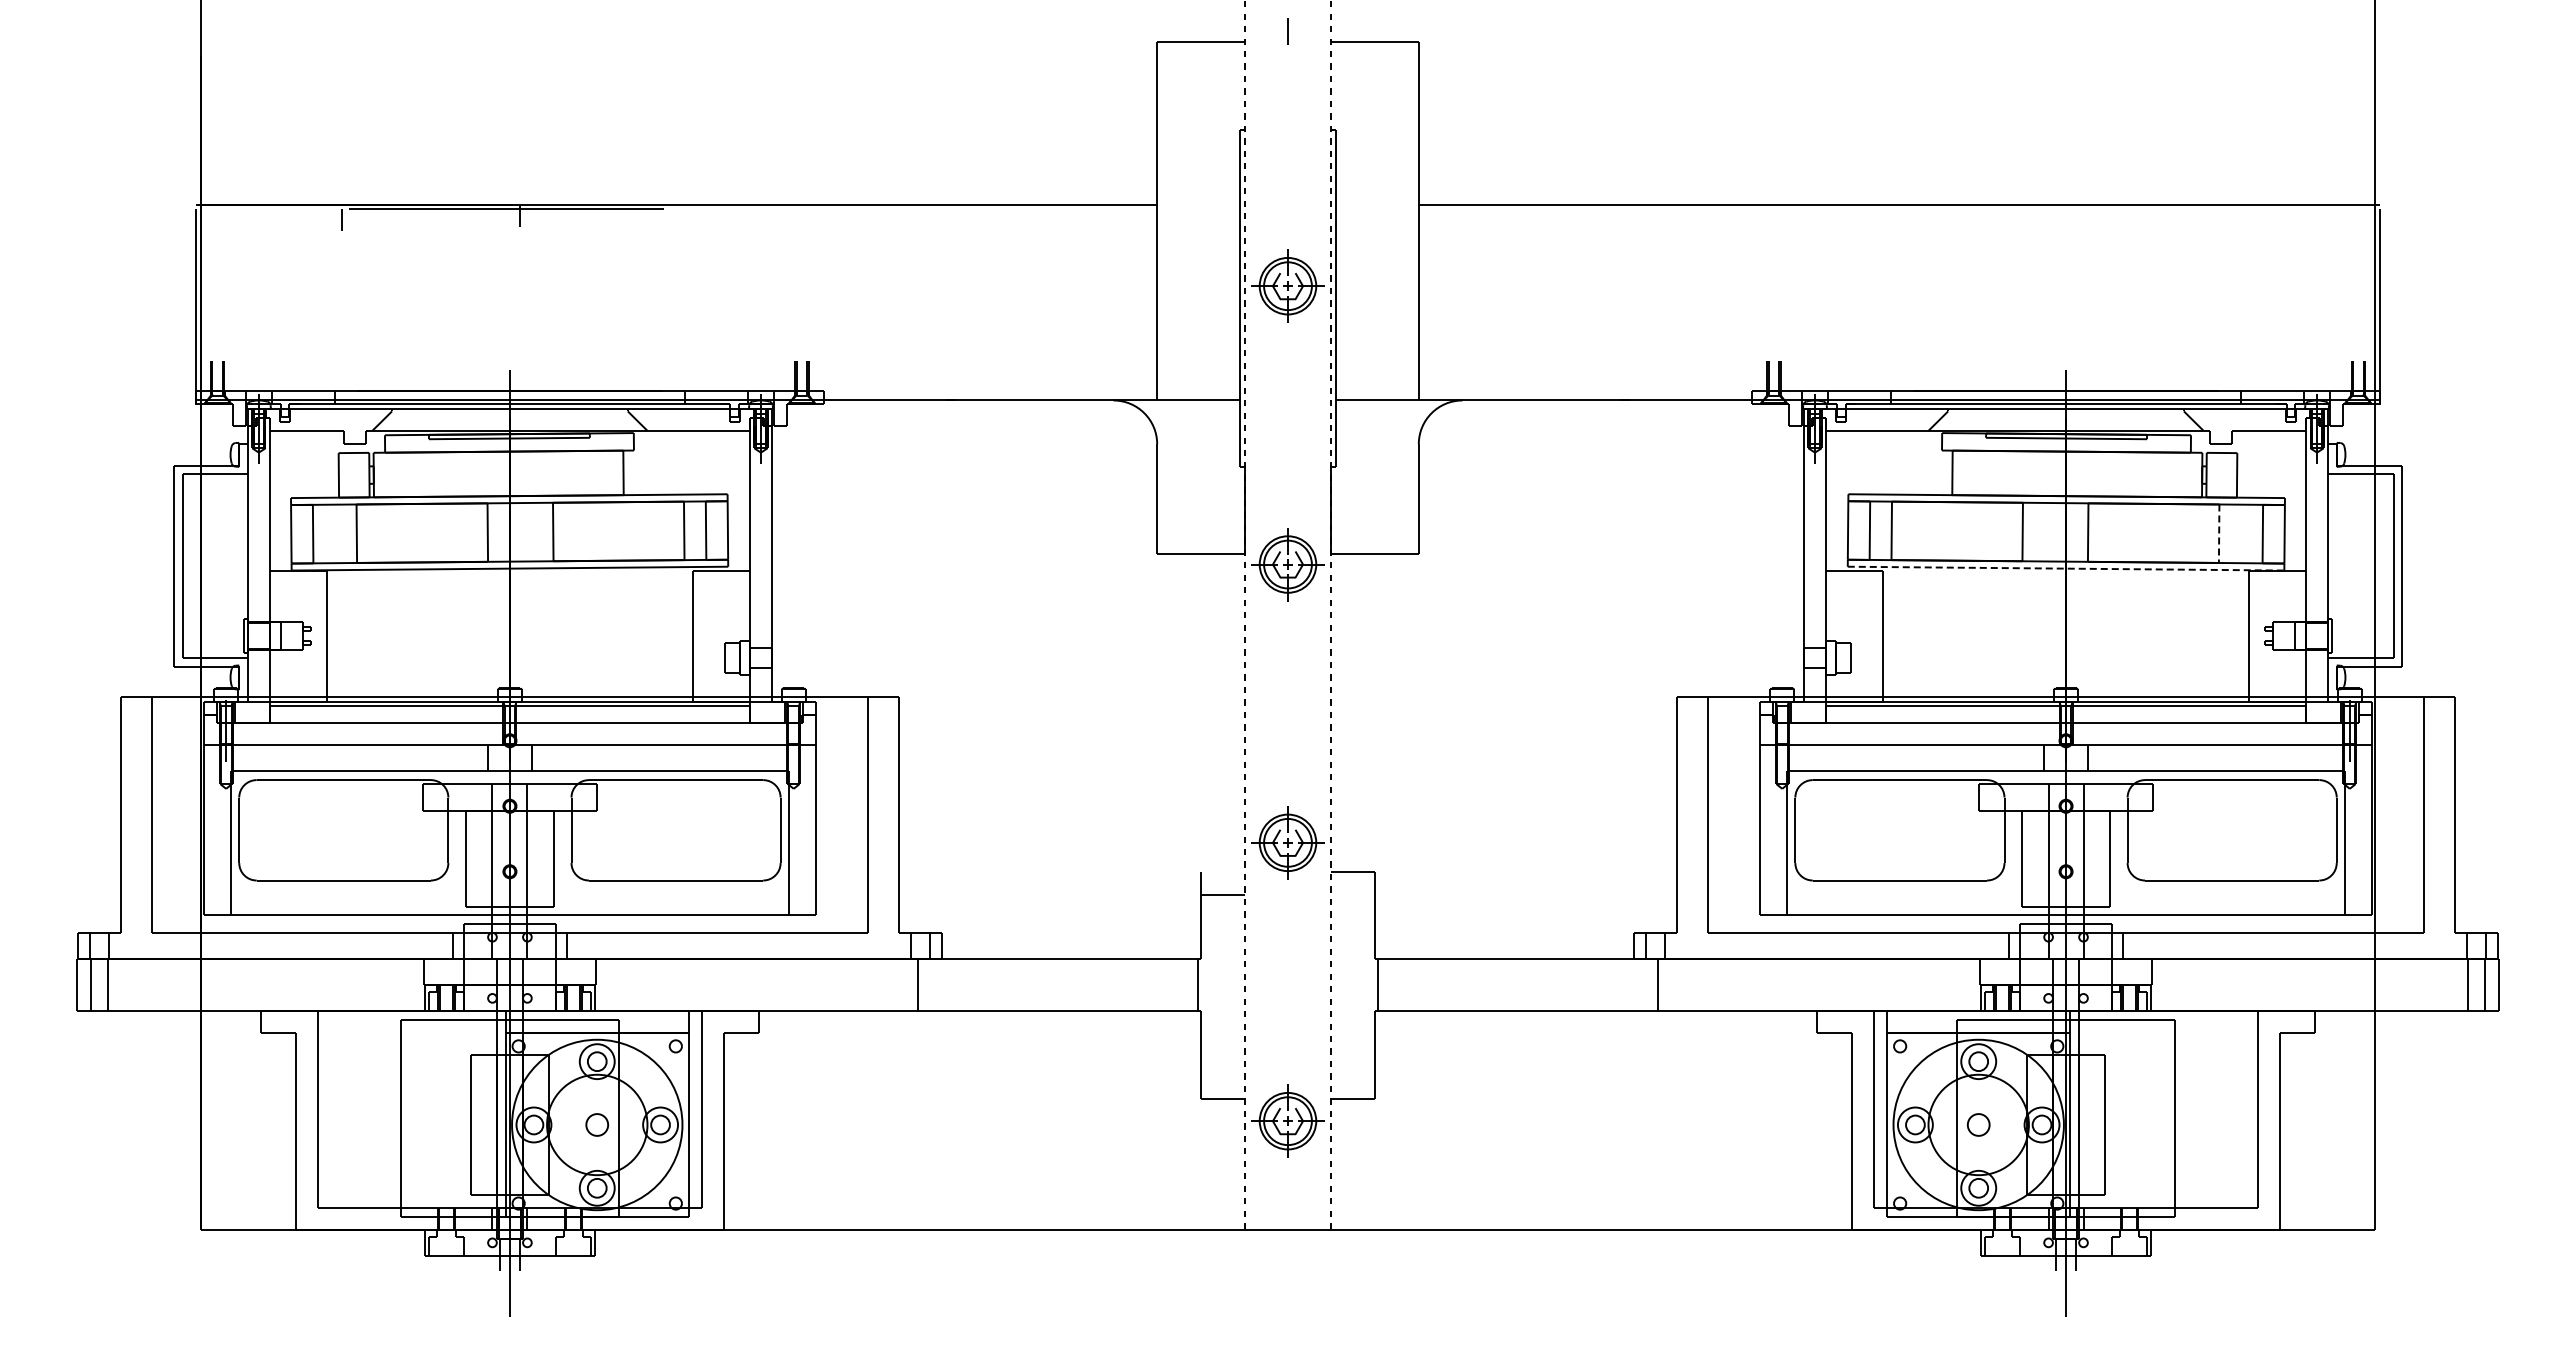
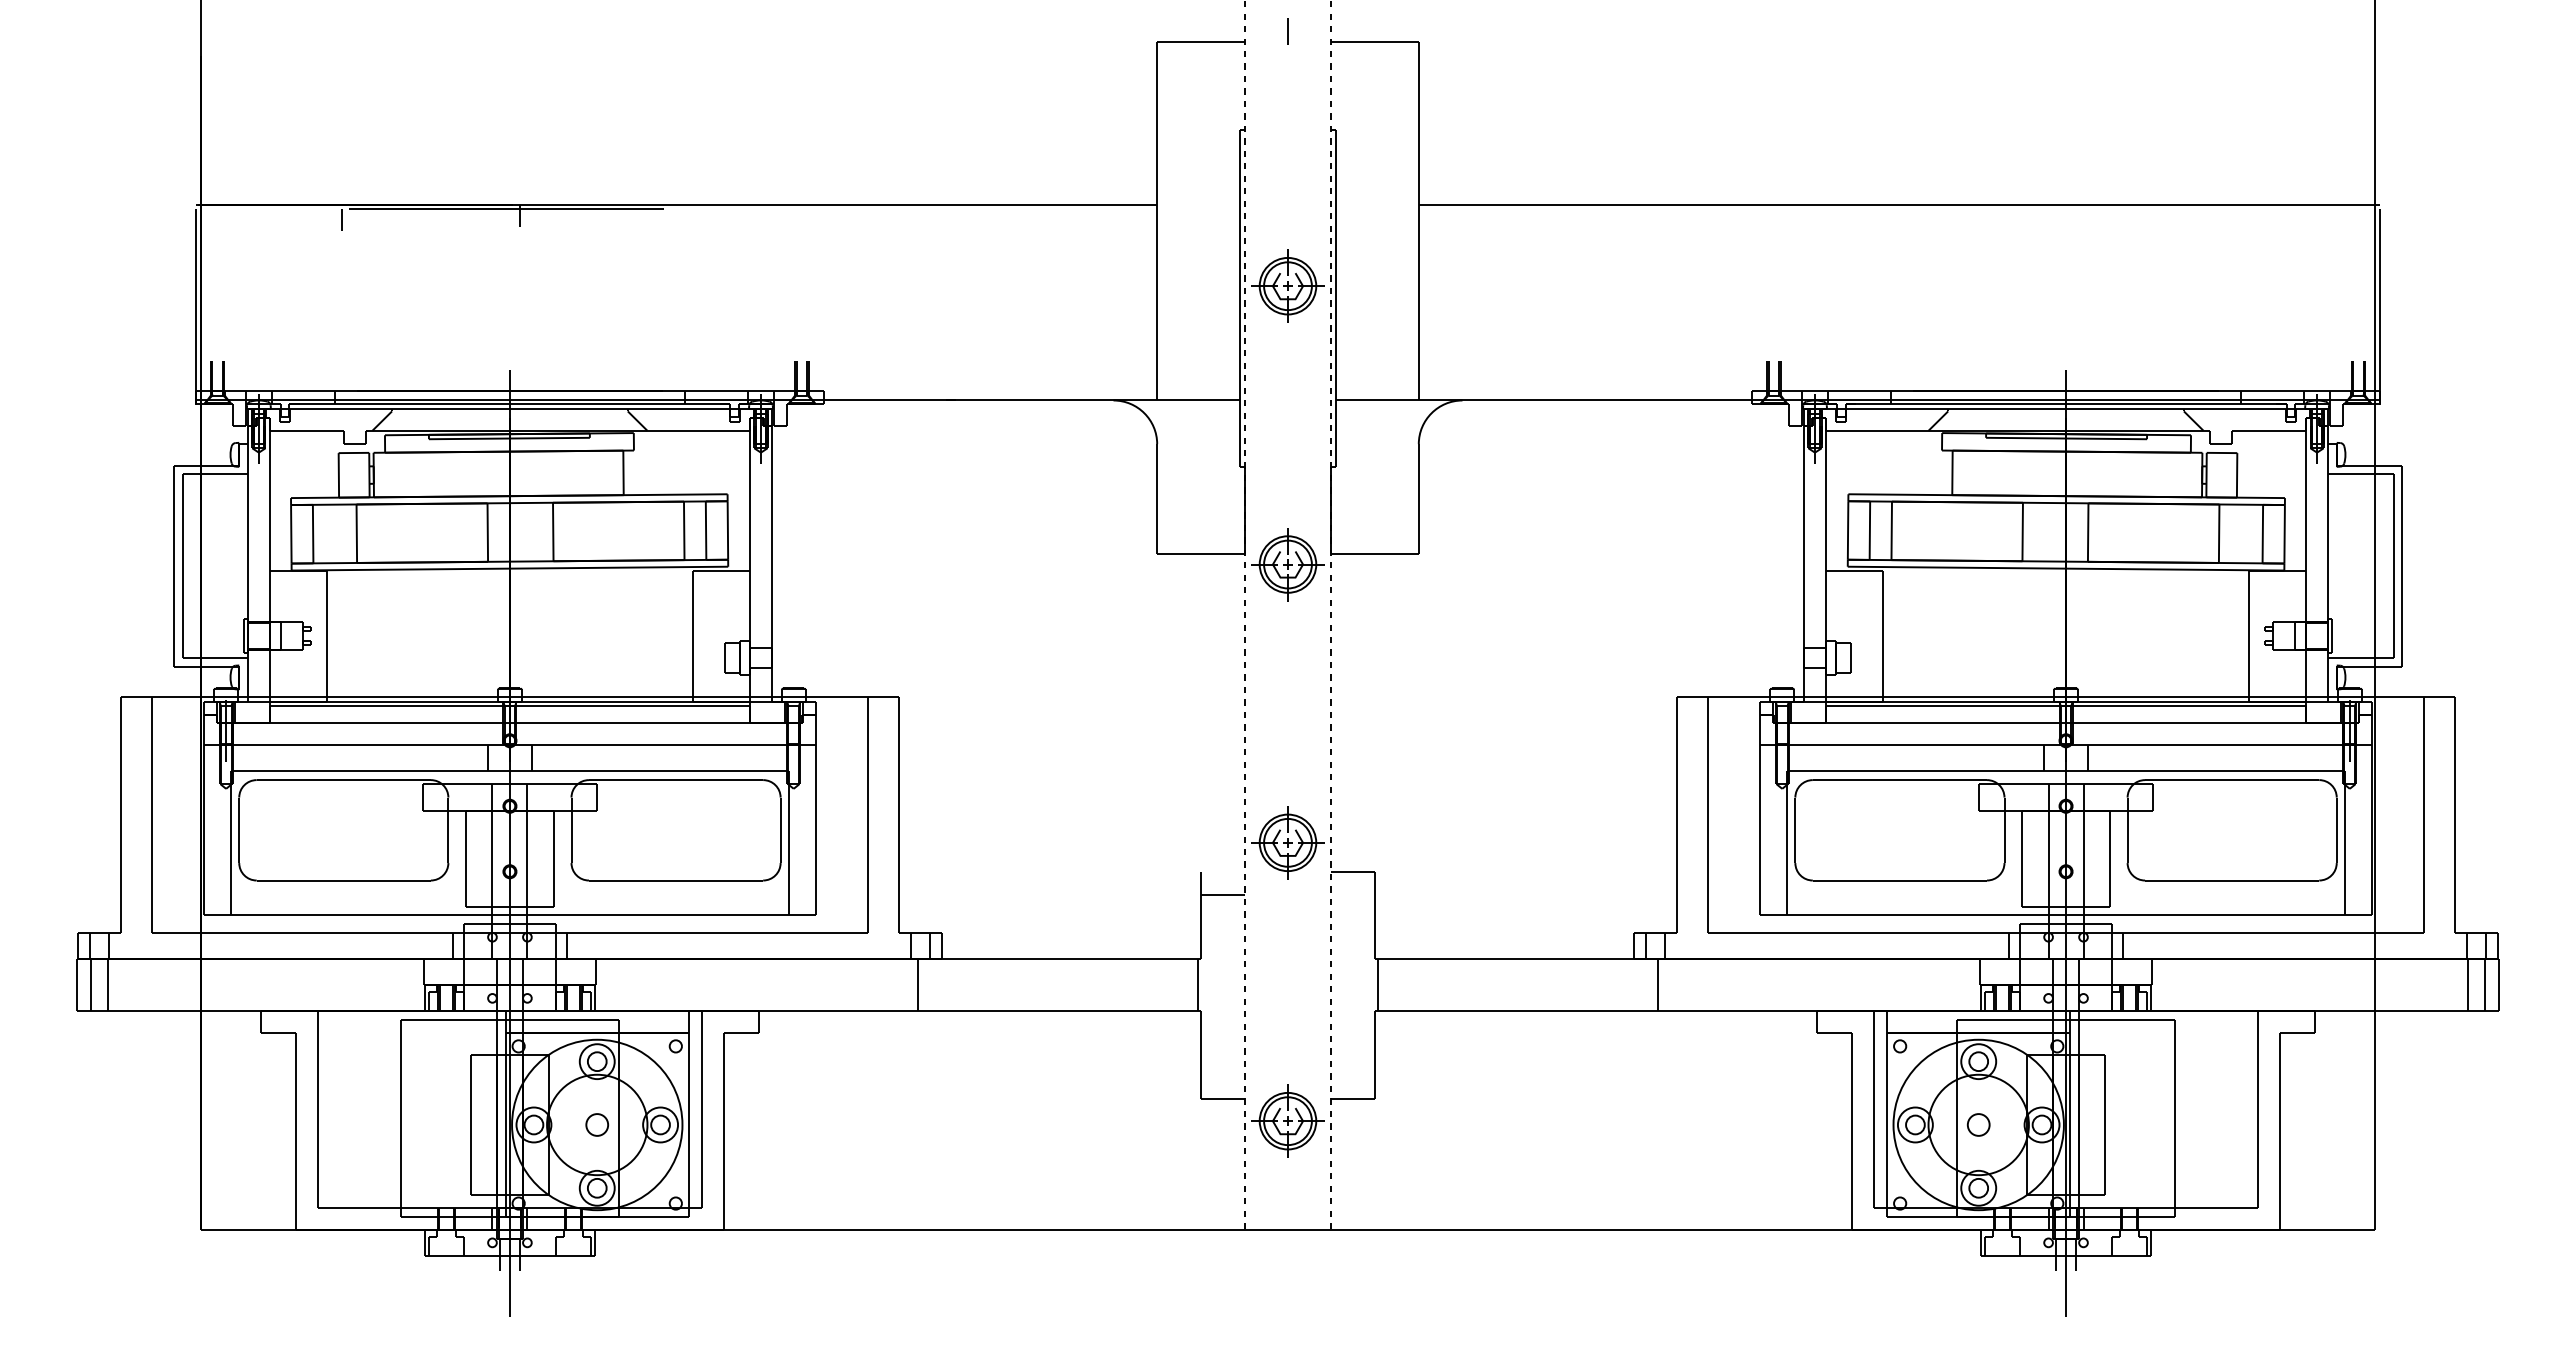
line at (2219, 534): dashed -> solid
line at (2066, 568): dashed -> solid
